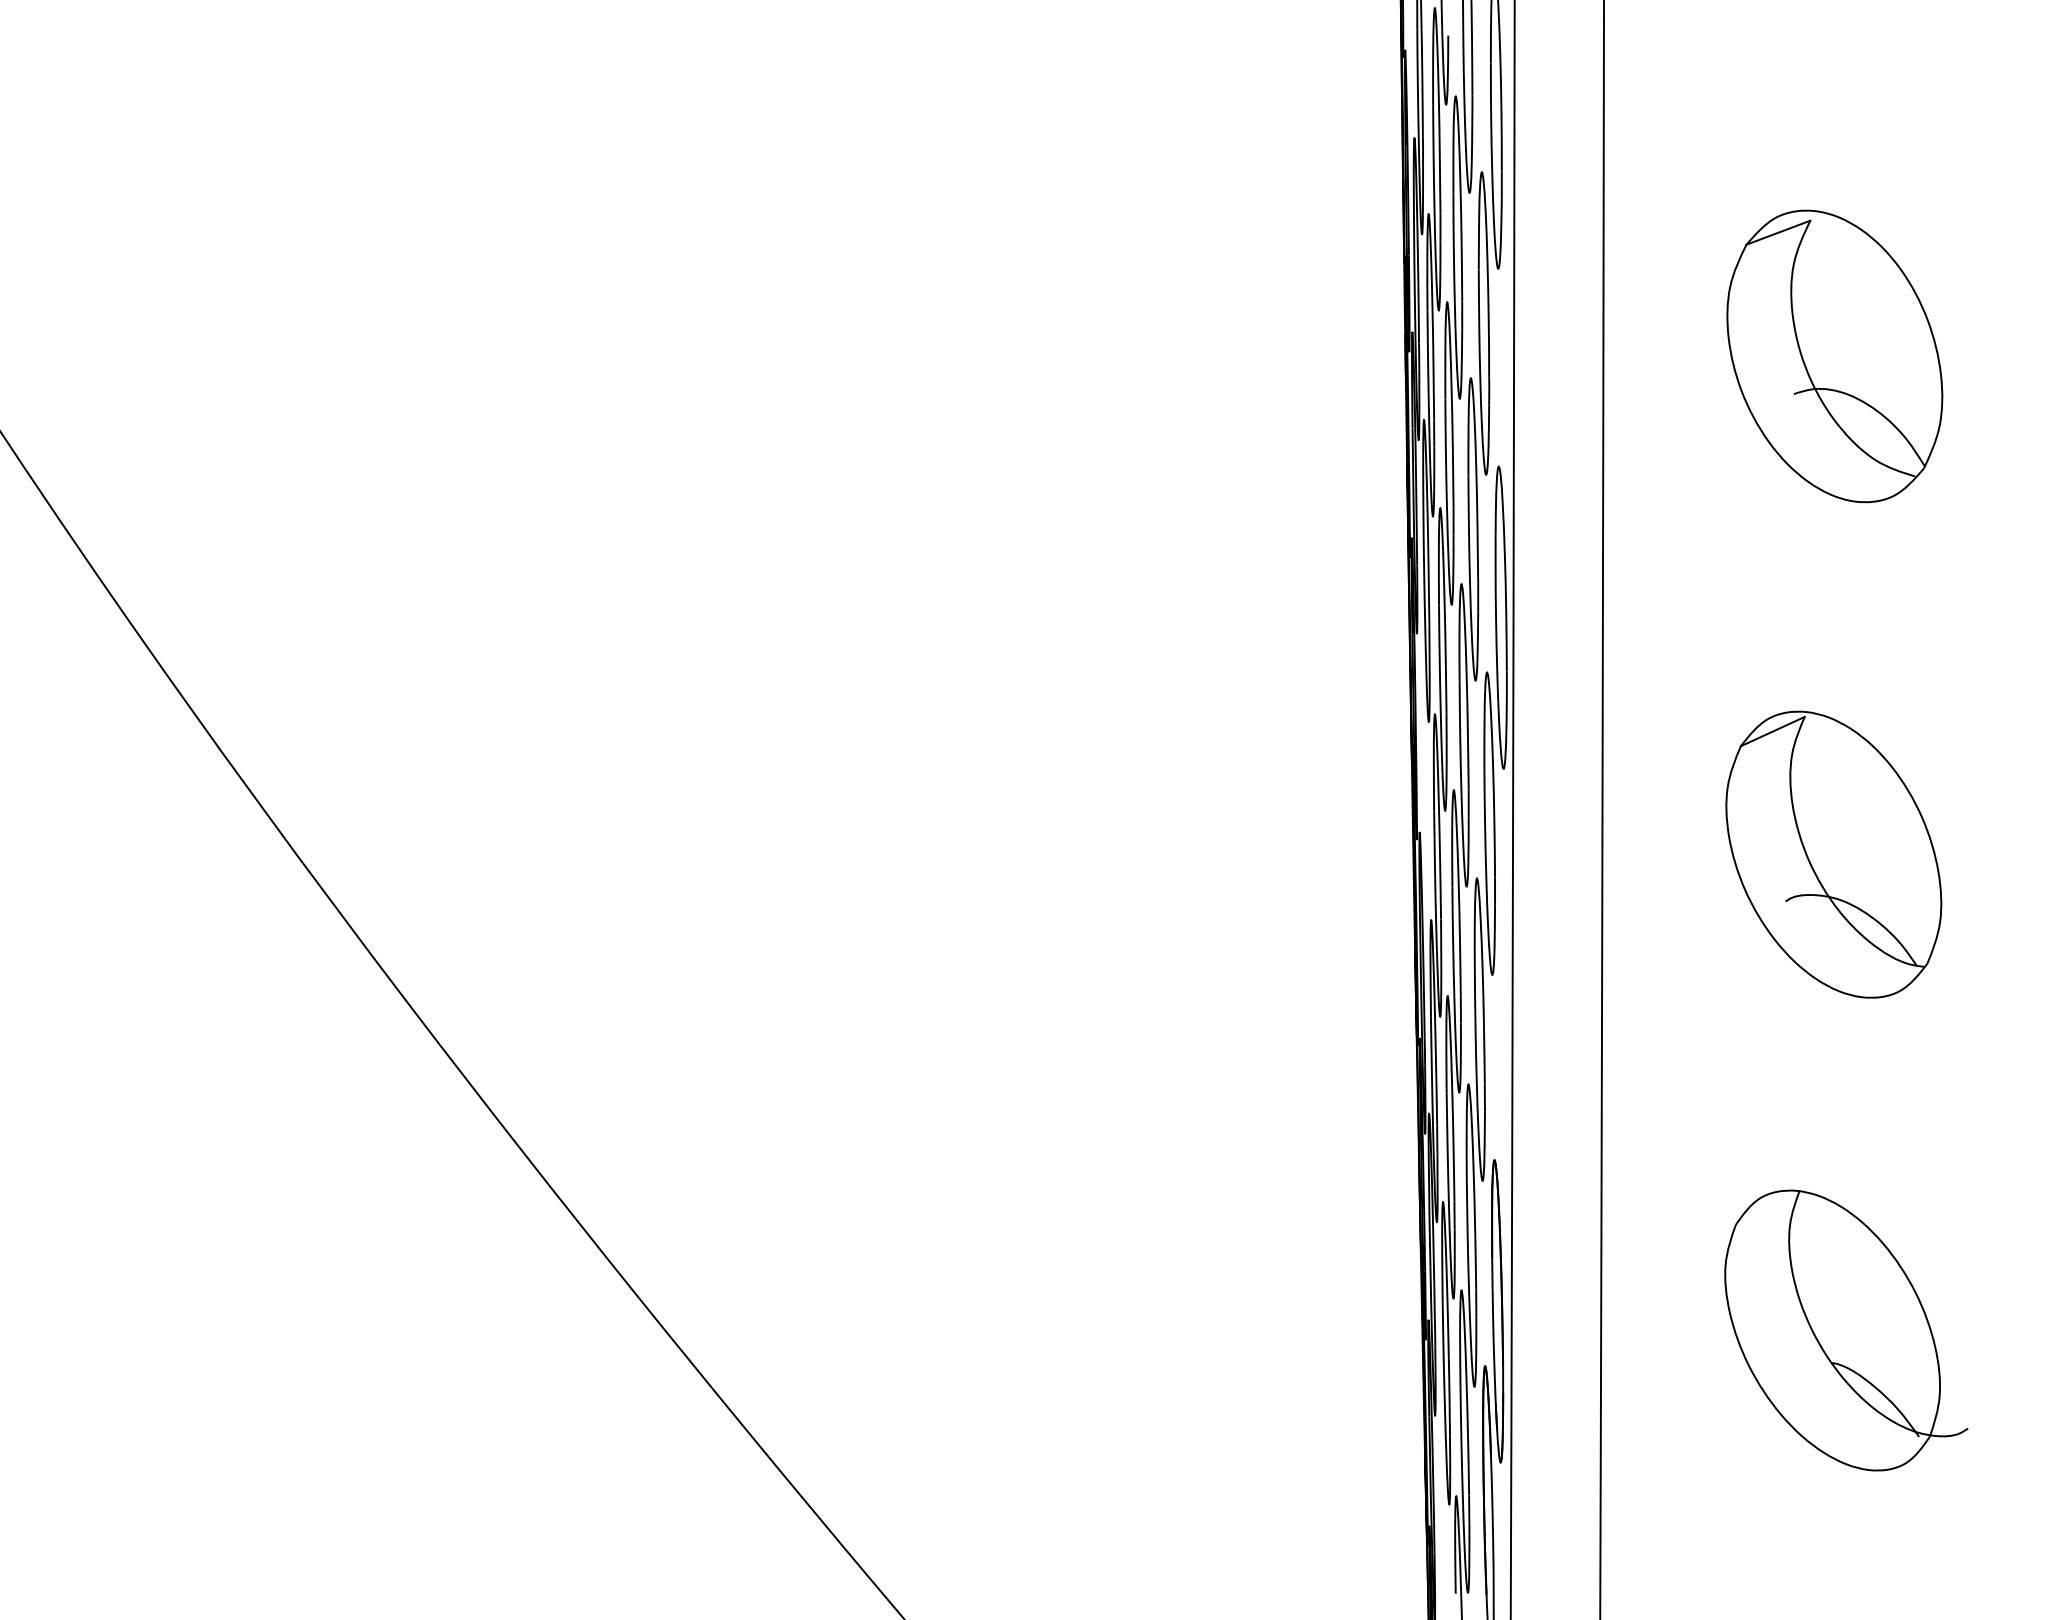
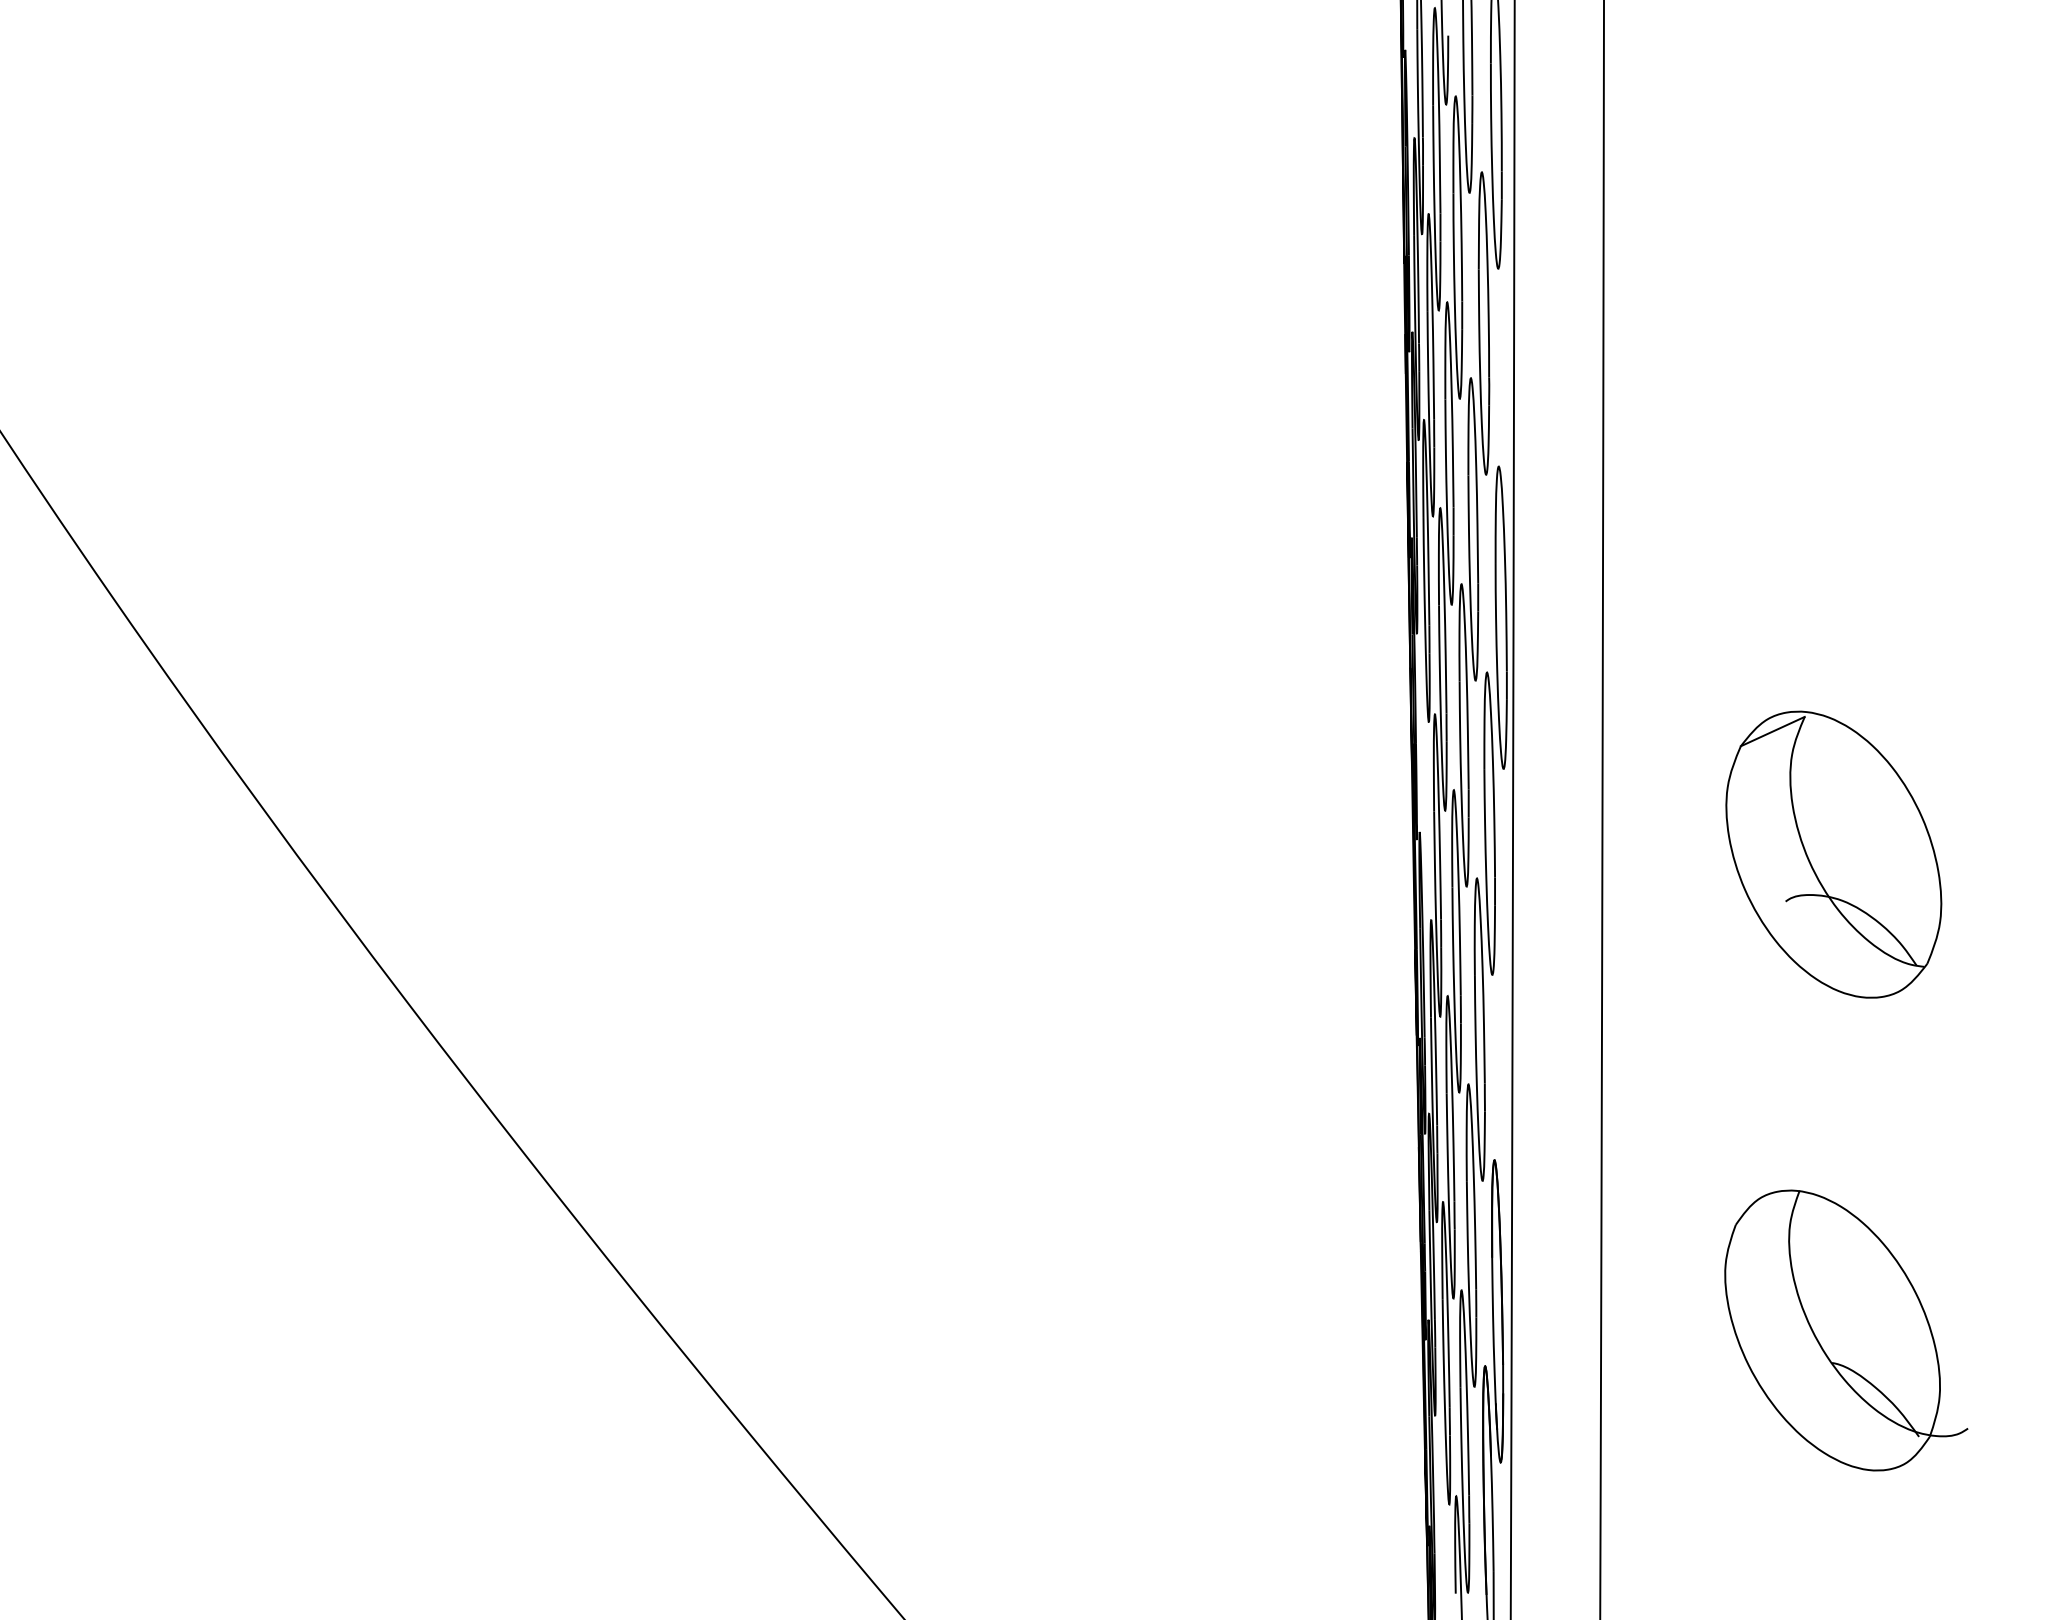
part at (1834, 356): present -> none
